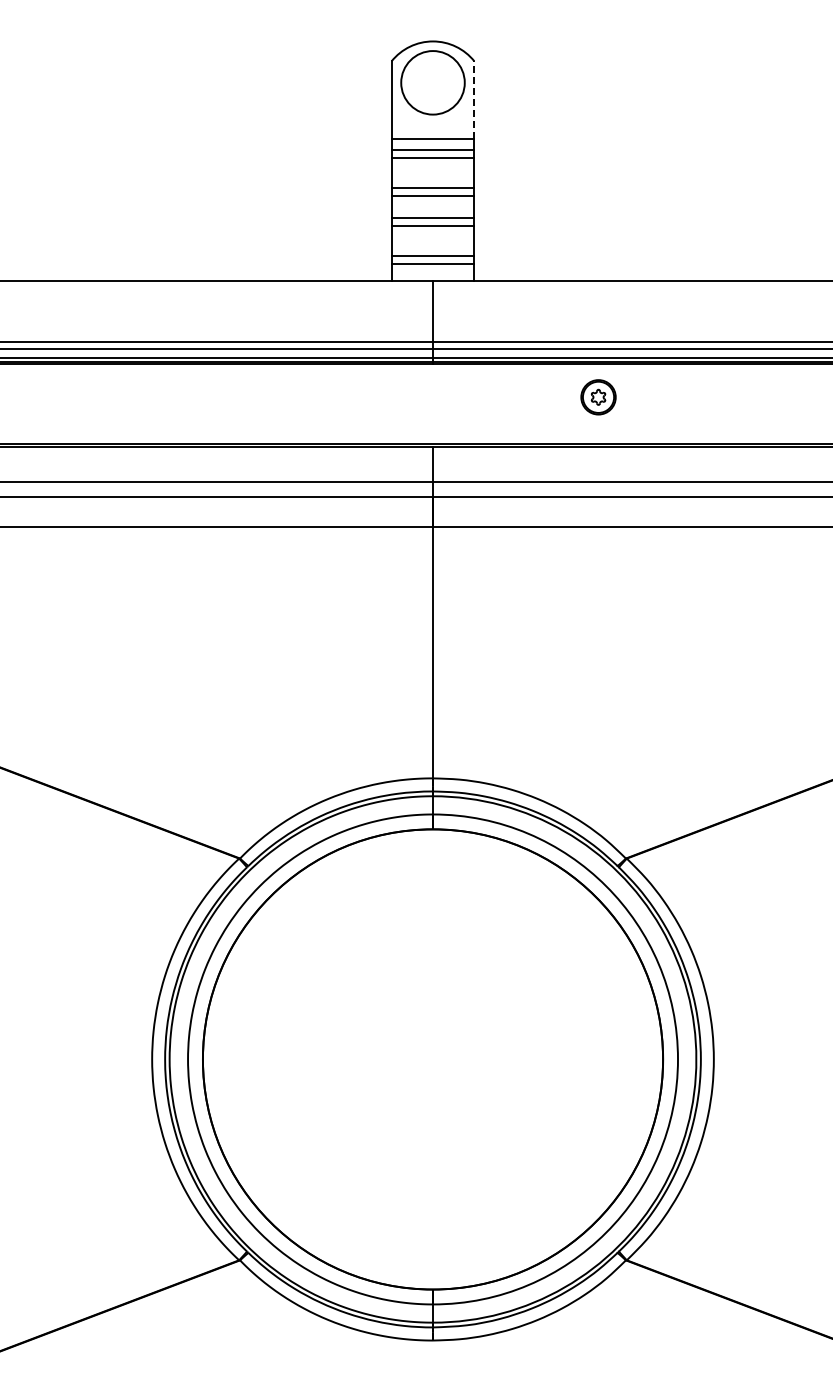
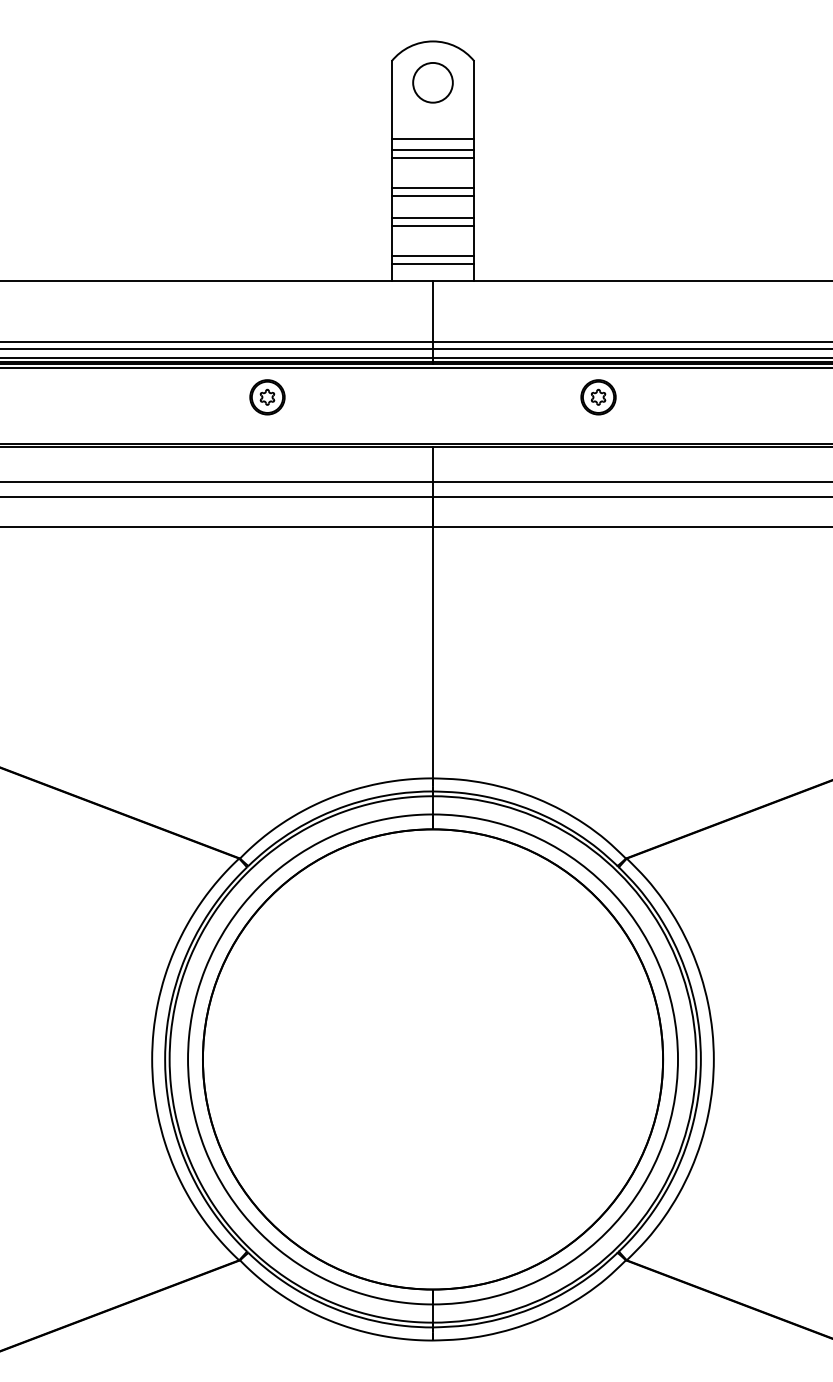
circle at (432, 82) diameter: 64 px -> 40 px
line at (474, 100): dashed -> solid
line at (415, 367): none -> present
part at (267, 397): none -> present
